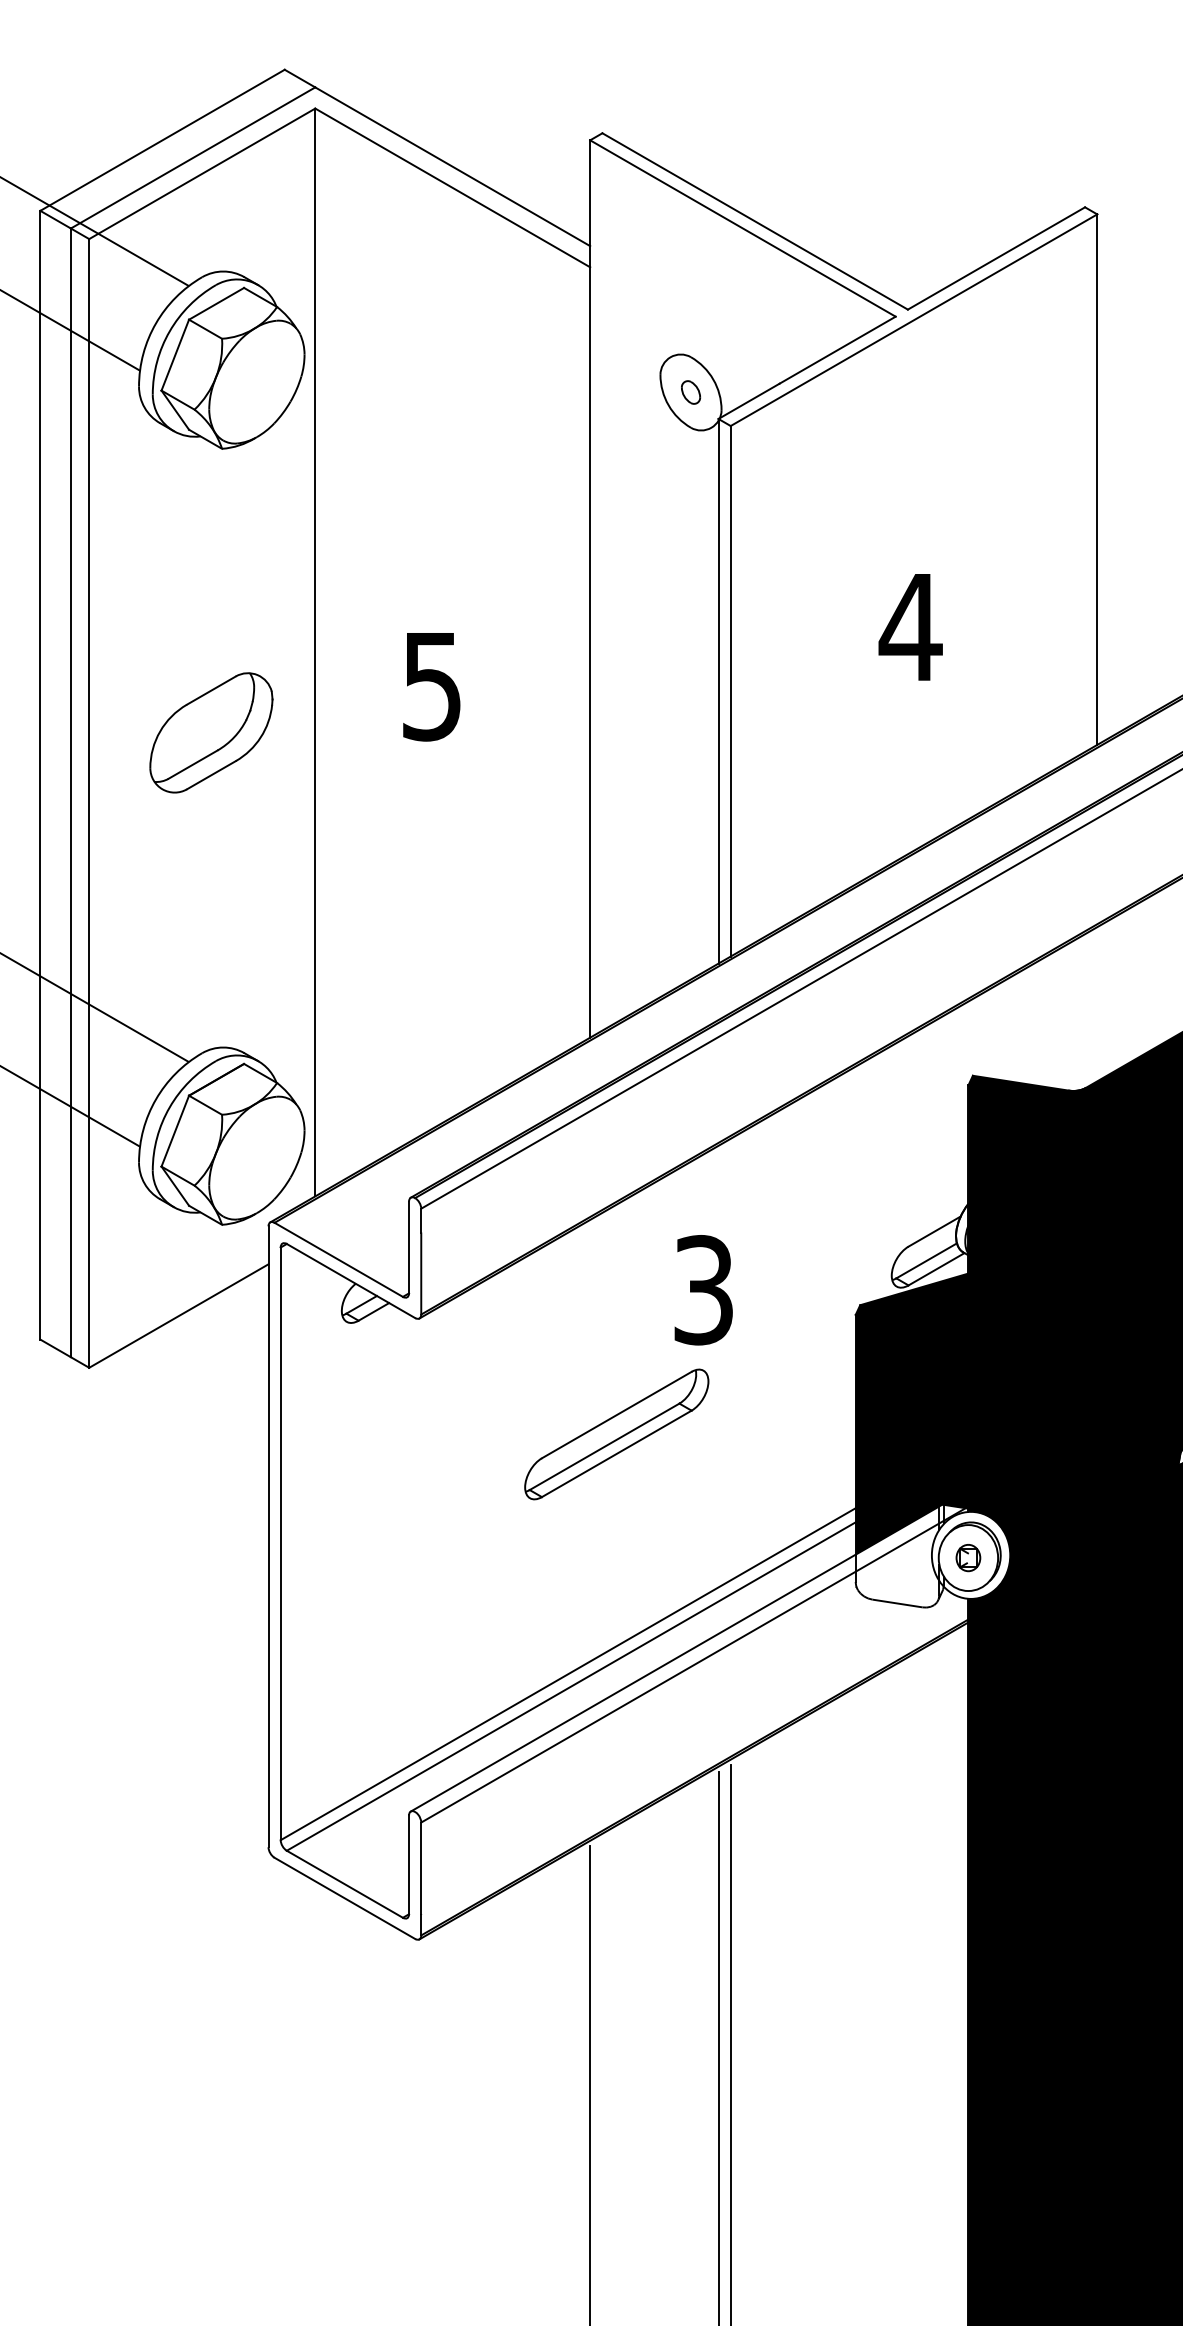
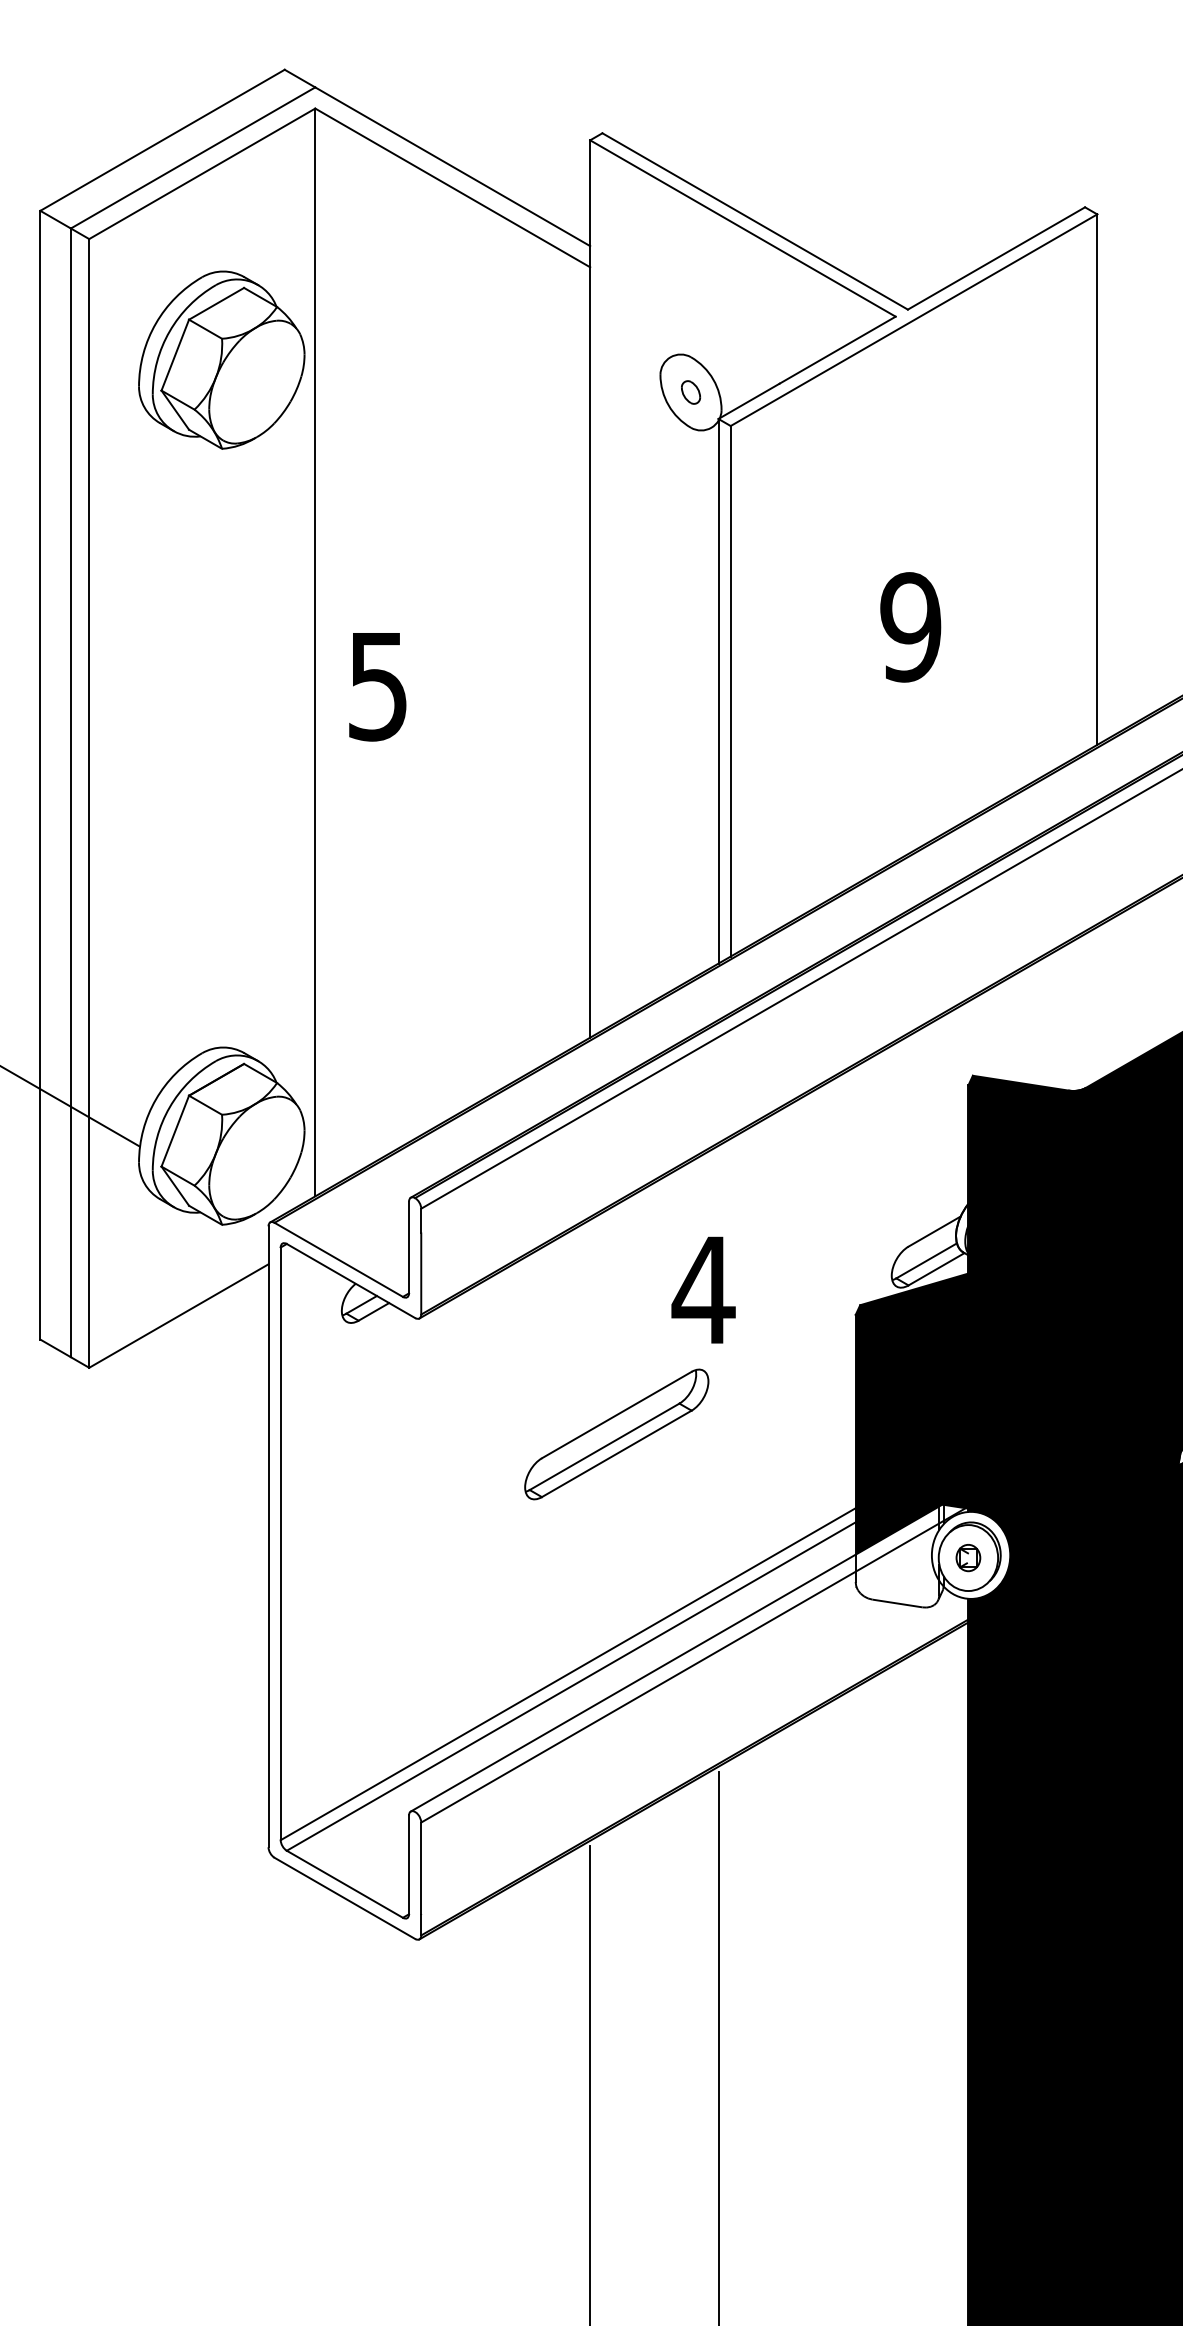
line at (95, 232): present -> none
line at (71, 330): present -> none
text at (910, 627): 4 -> 9
text at (431, 687) position: (431, 687) -> (377, 687)
part at (211, 732): present -> none
line at (95, 1008): present -> none
text at (703, 1290): 3 -> 4
line at (730, 2043): present -> none
